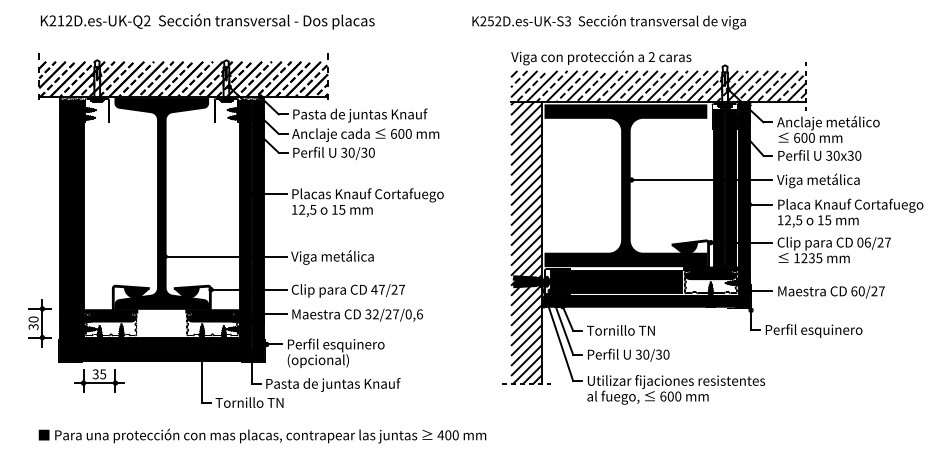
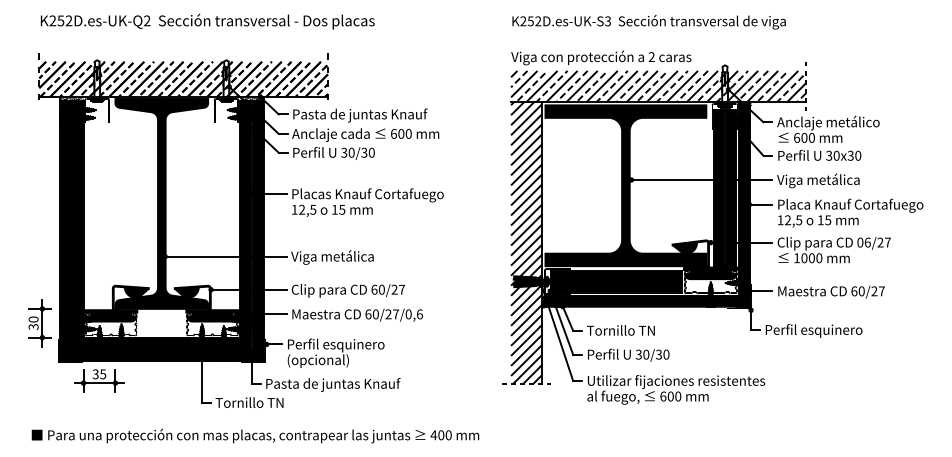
text at (60, 20): K212D.es-UK-Q2 -> K252D.es-UK-Q2
text at (608, 22) position: (608, 22) -> (648, 22)
text at (811, 258): 1235 -> 1000
text at (377, 289): 47/27 -> 60/27
text at (371, 314): 32/27/0,6 -> 60/27/0,6
text at (262, 435) position: (262, 435) -> (255, 435)
